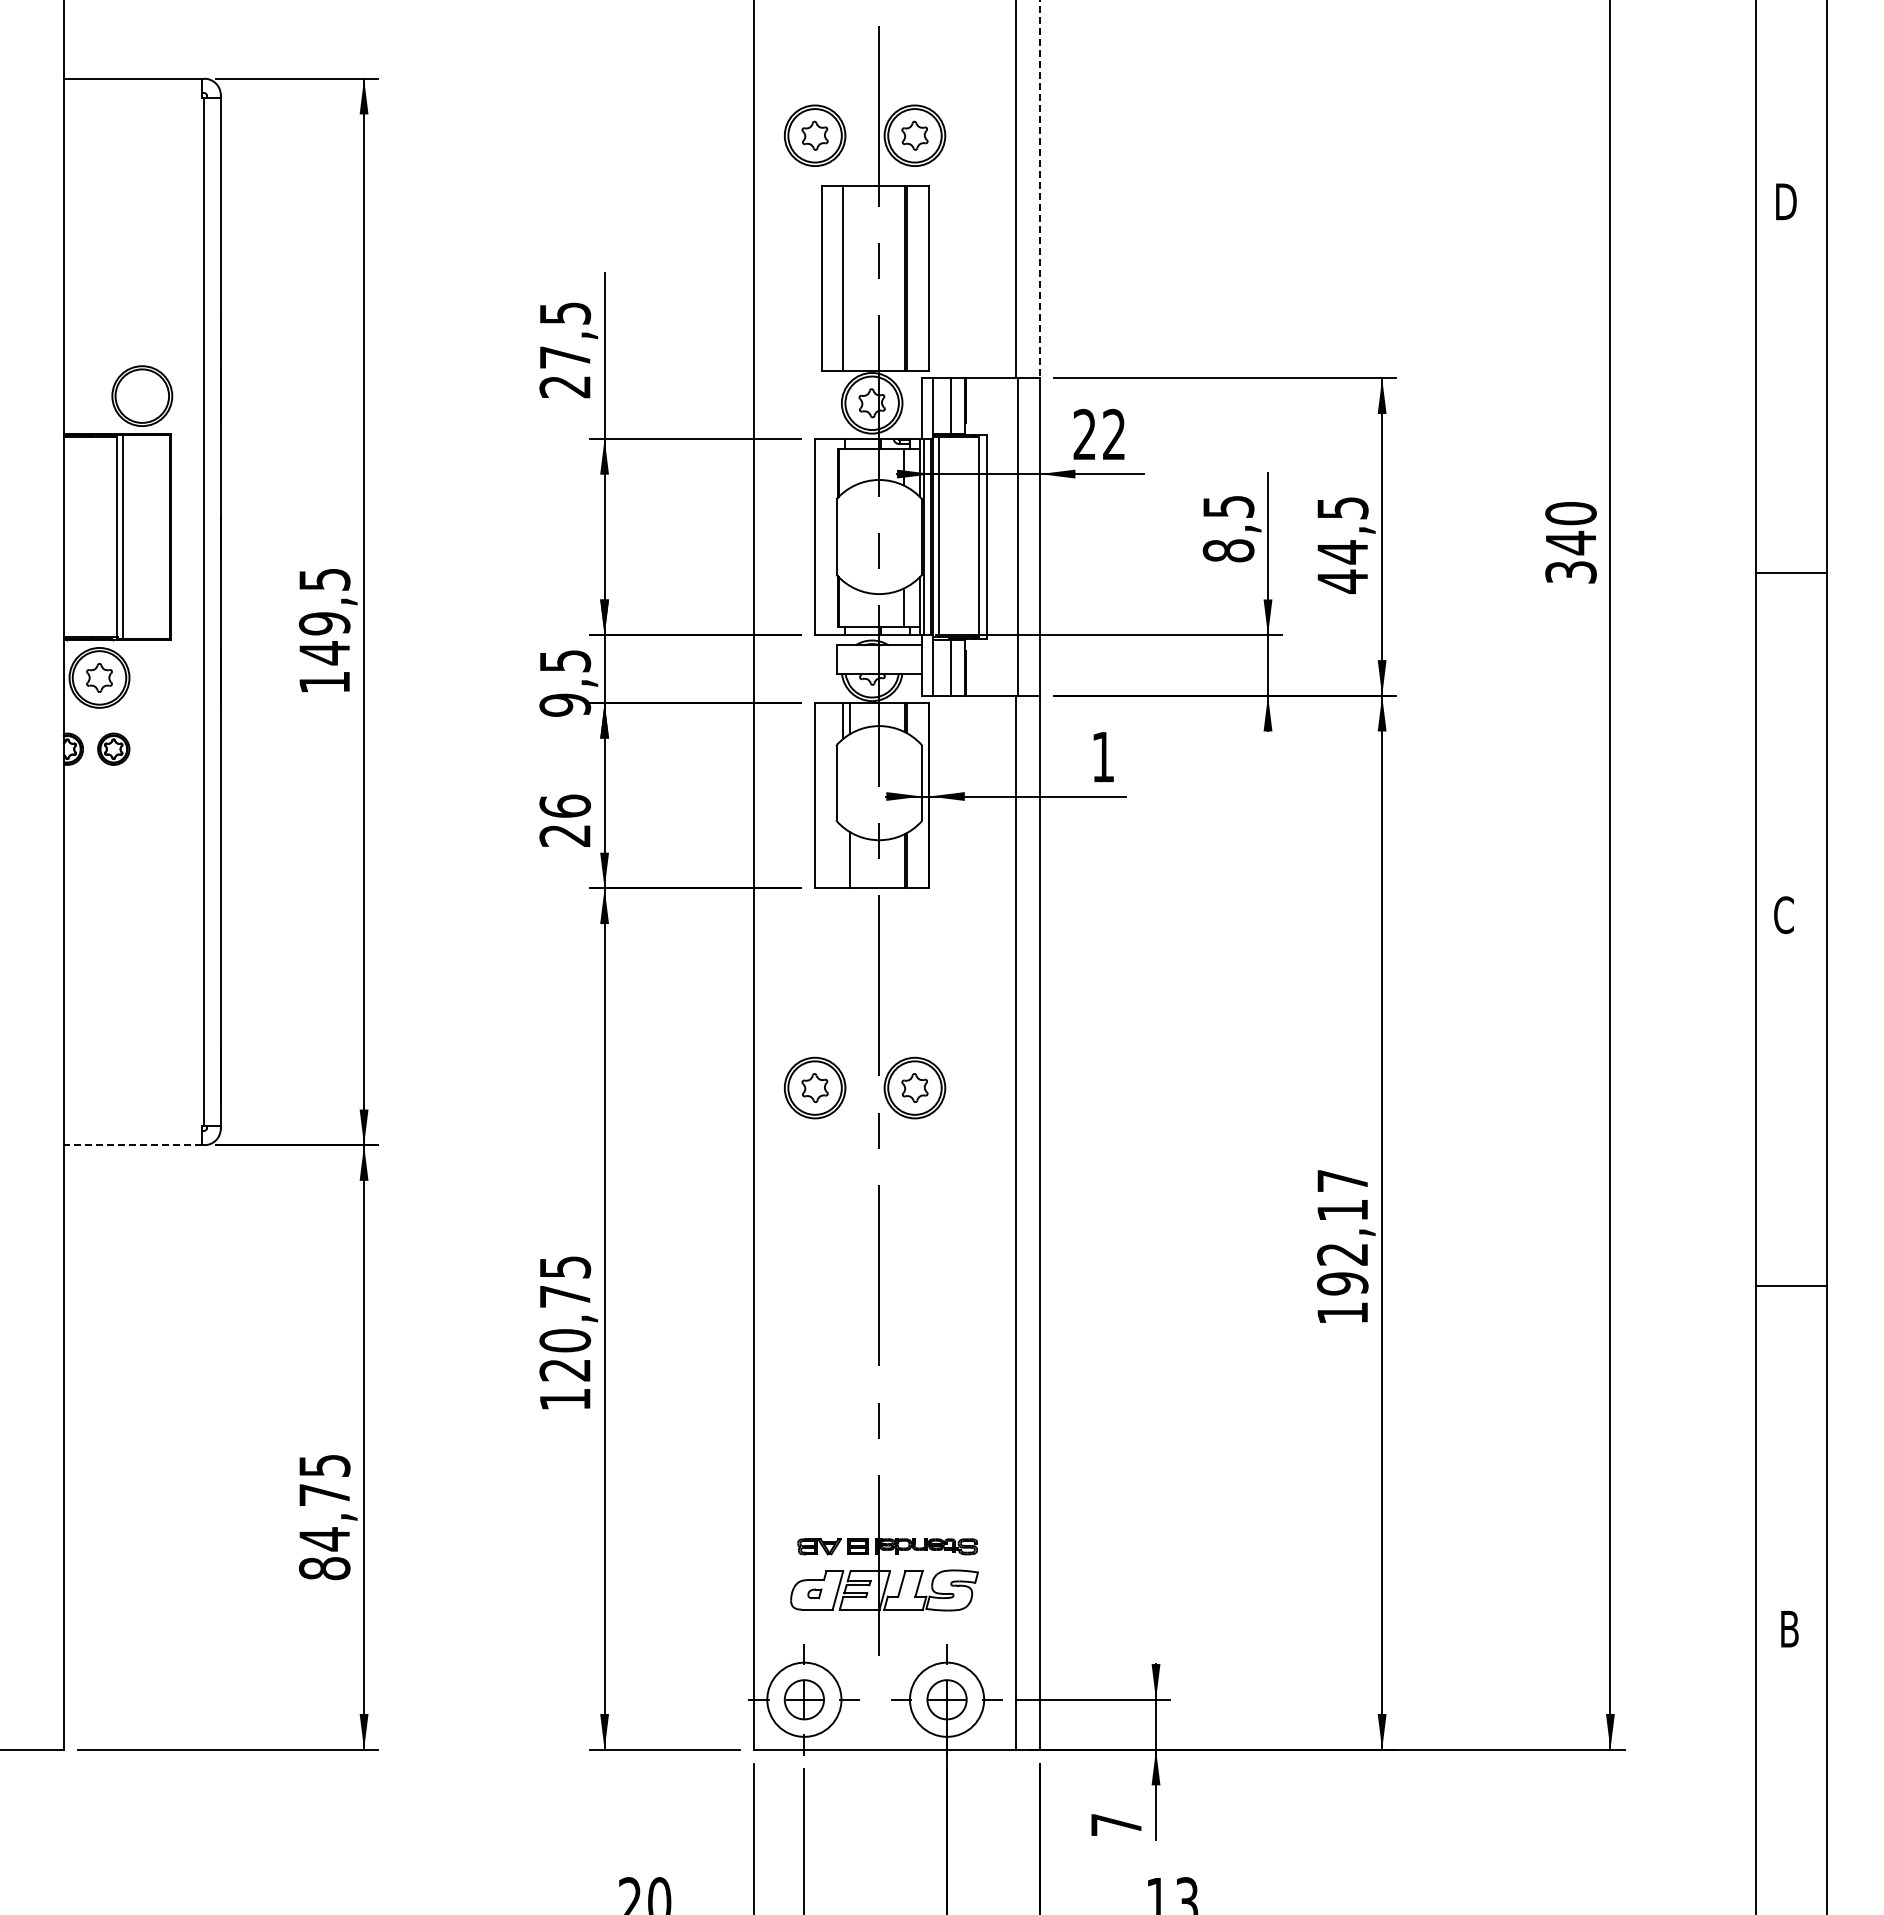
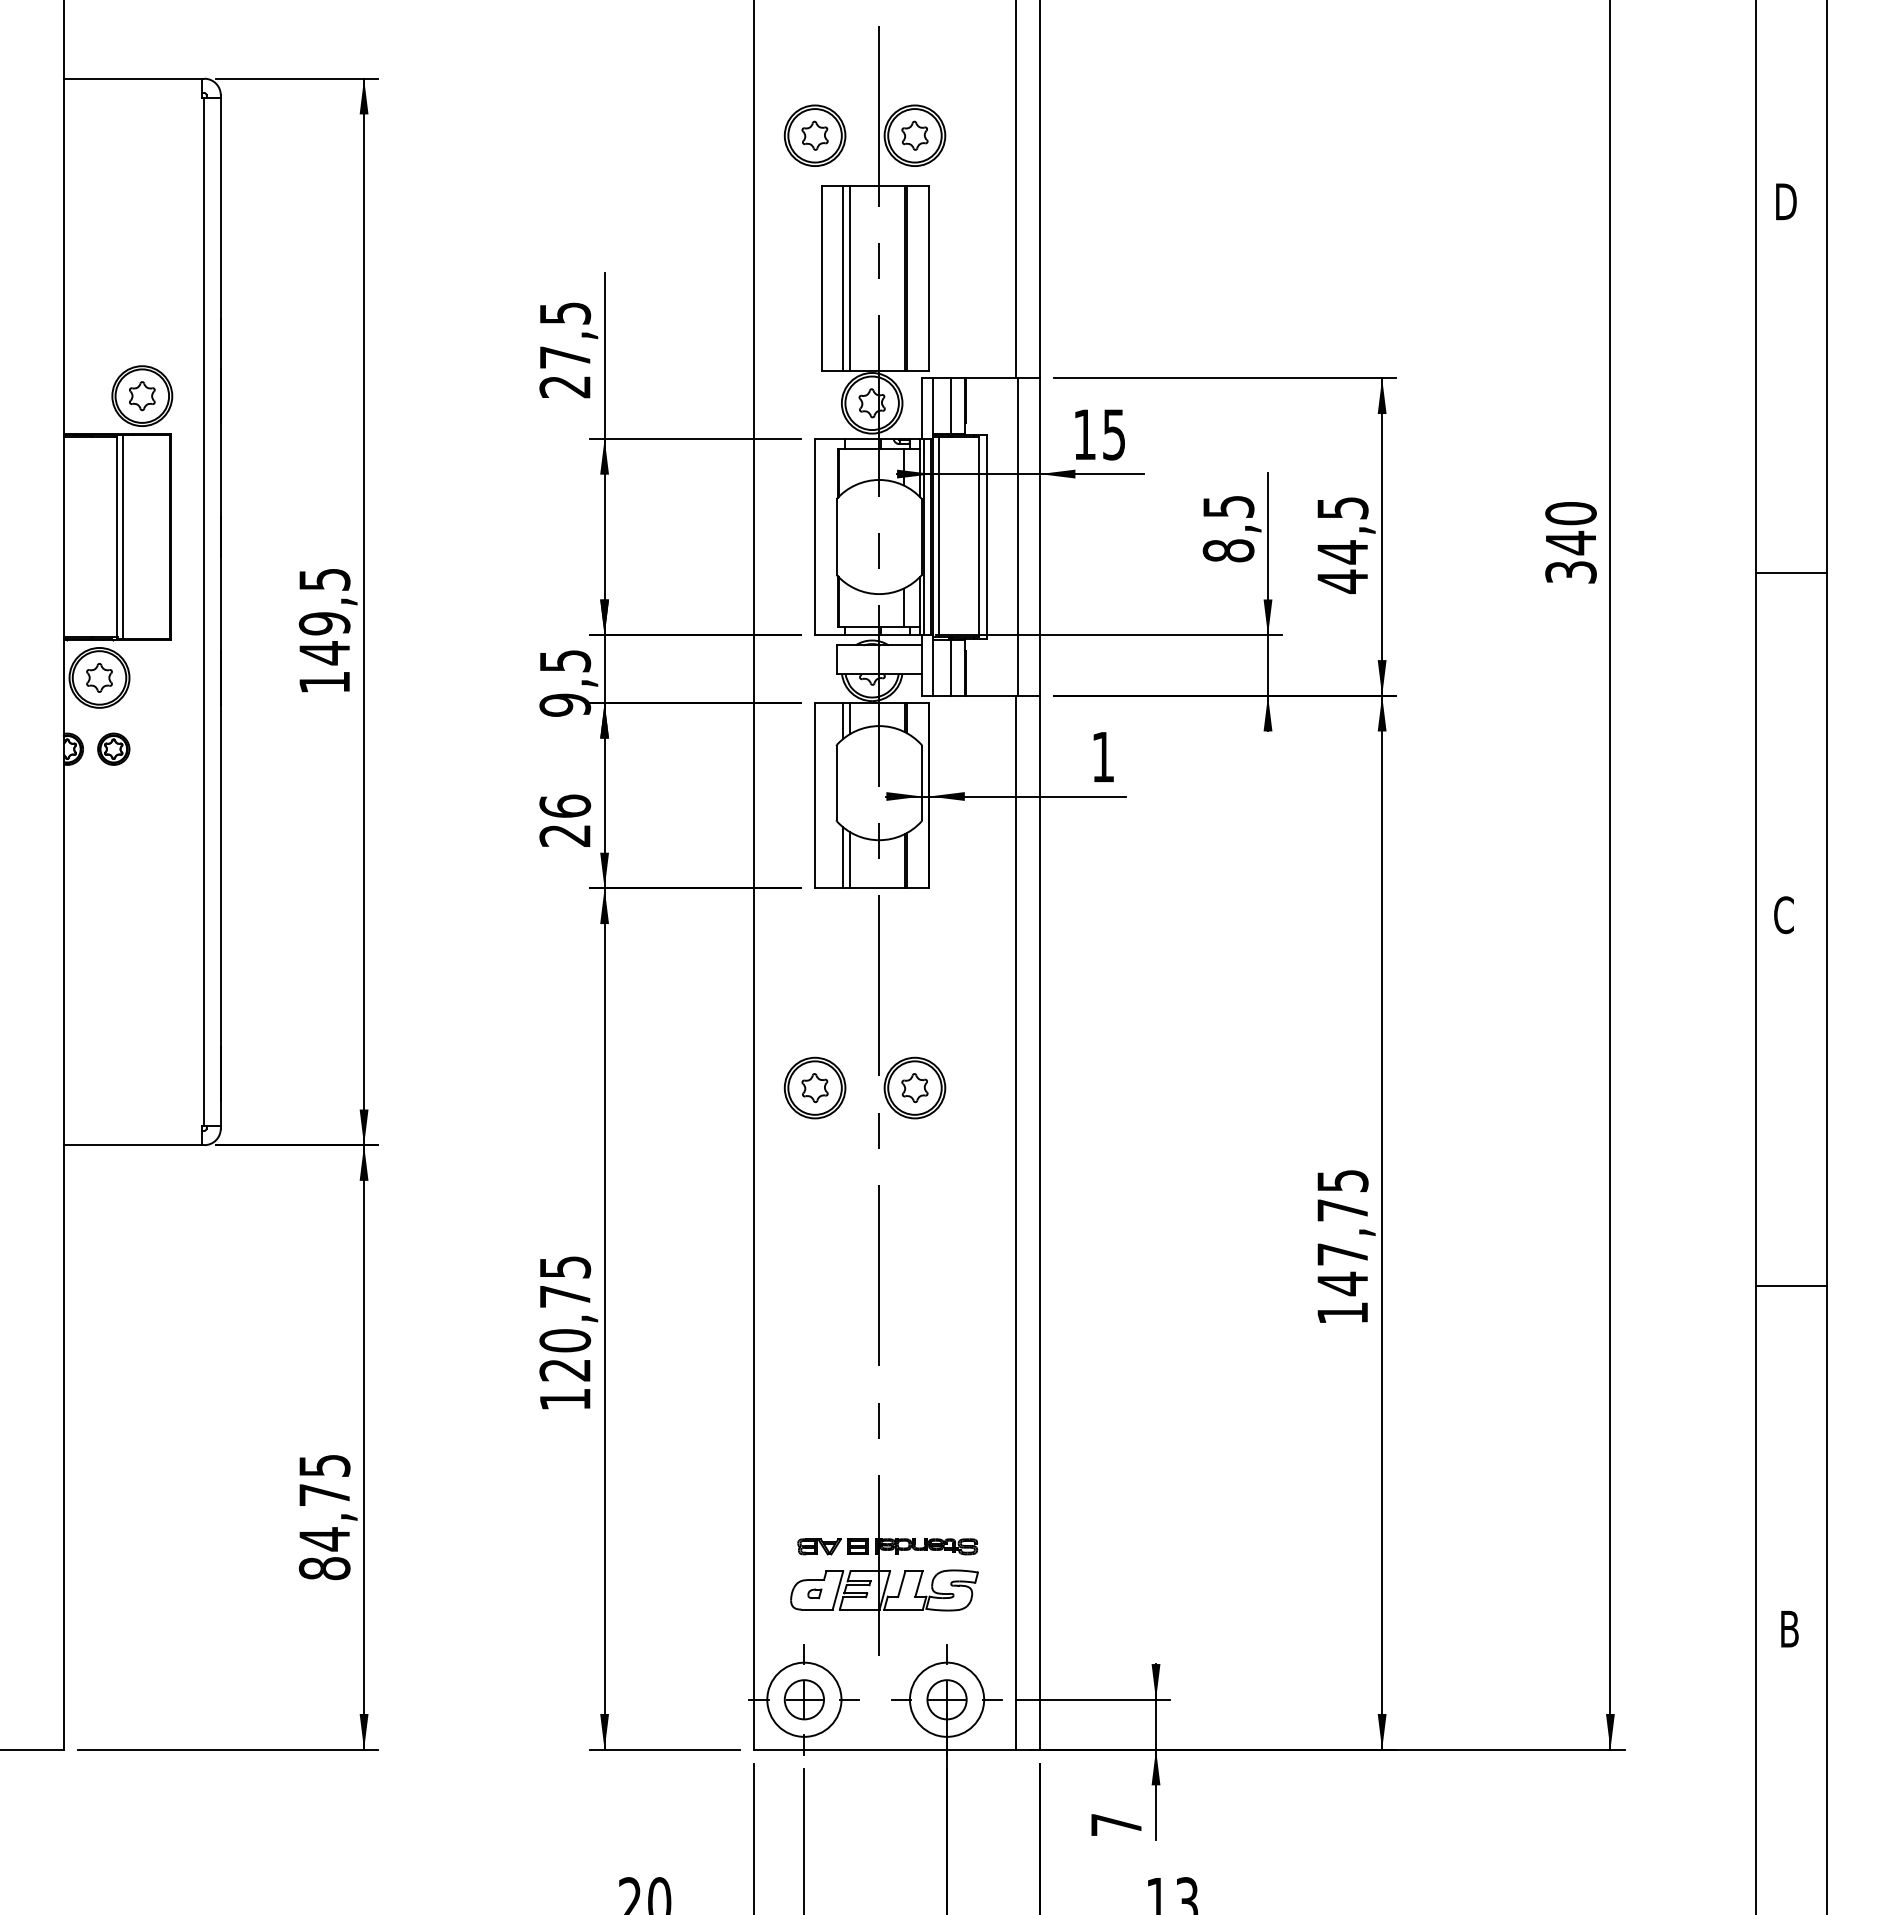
line at (1039, 189): dashed -> solid
line at (849, 278): none -> present
part at (142, 396): none -> present
text at (1098, 434): 22 -> 15
line at (843, 857): none -> present
line at (132, 1145): dashed -> solid
text at (1342, 1233): 192,17 -> 147,75
